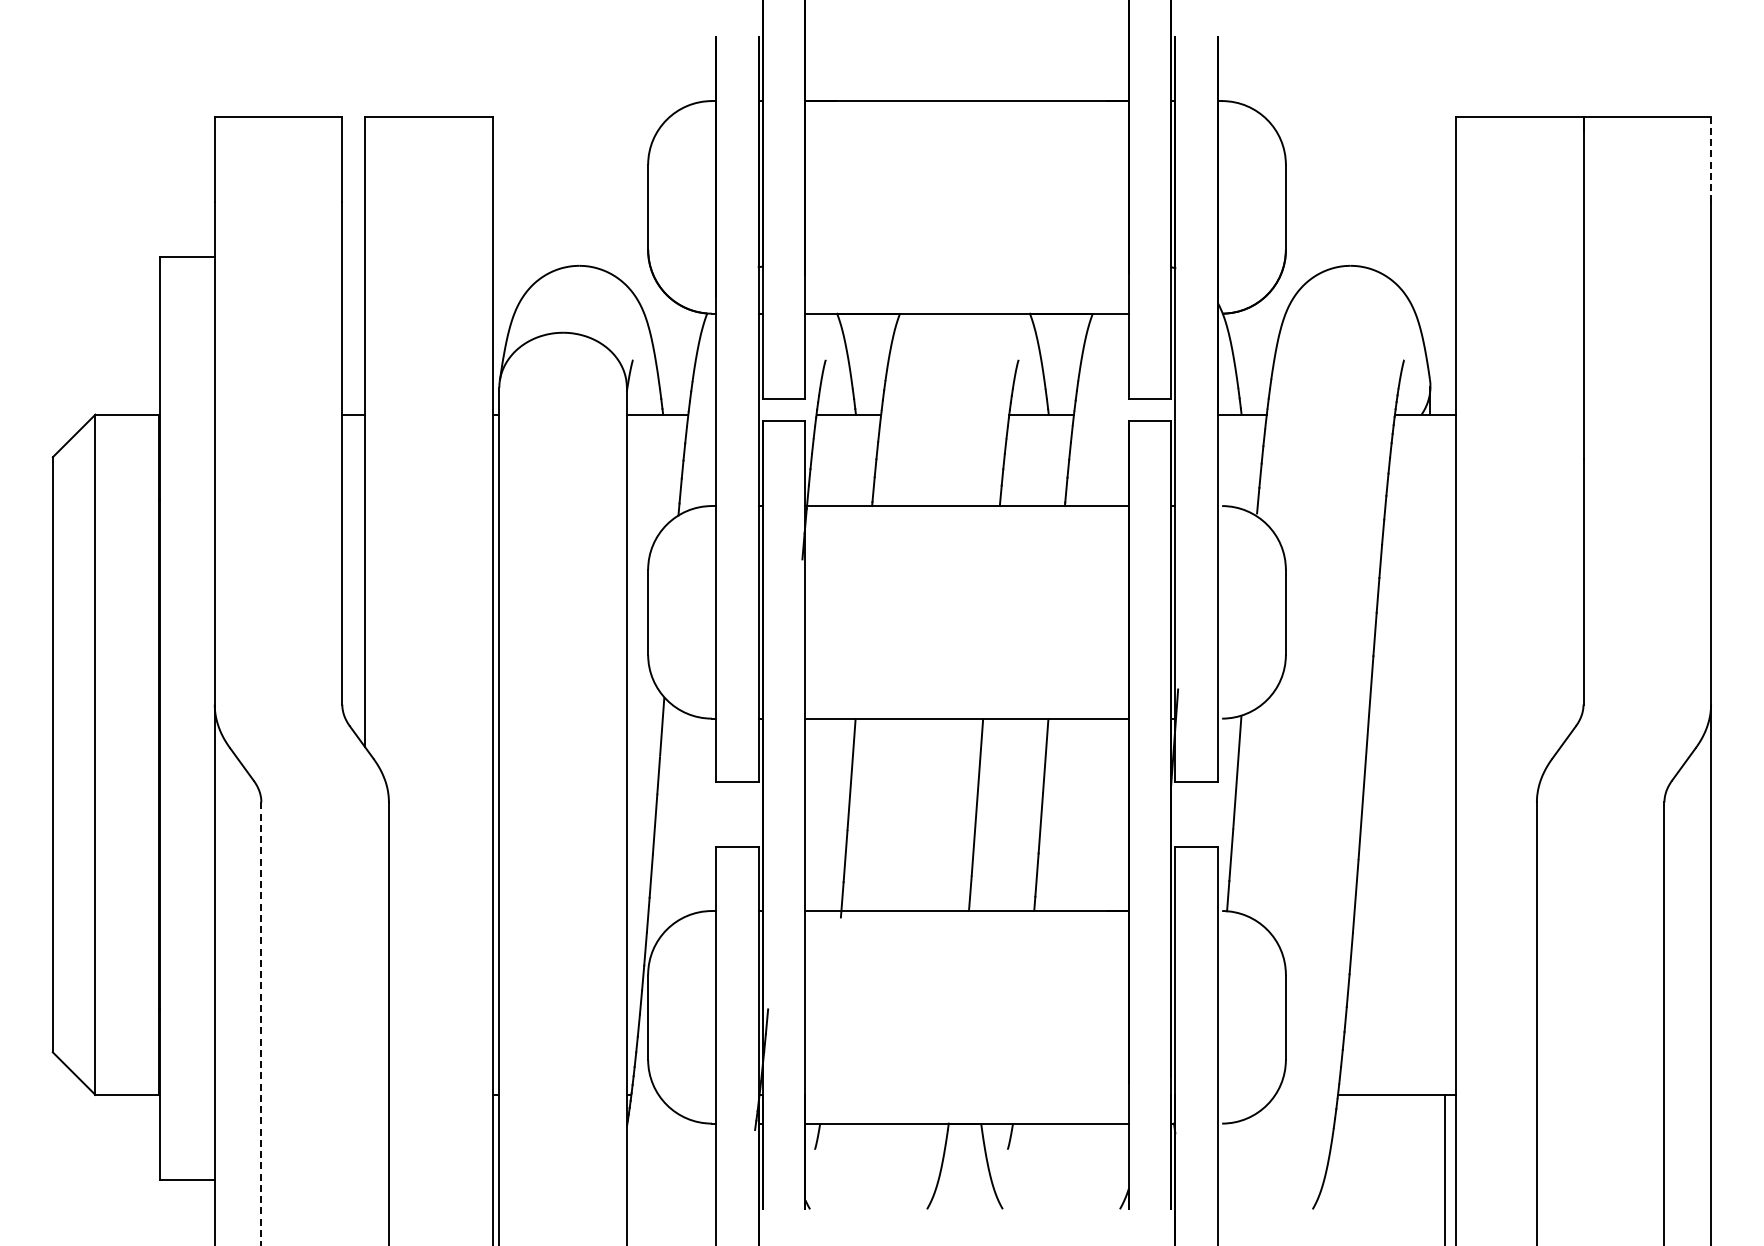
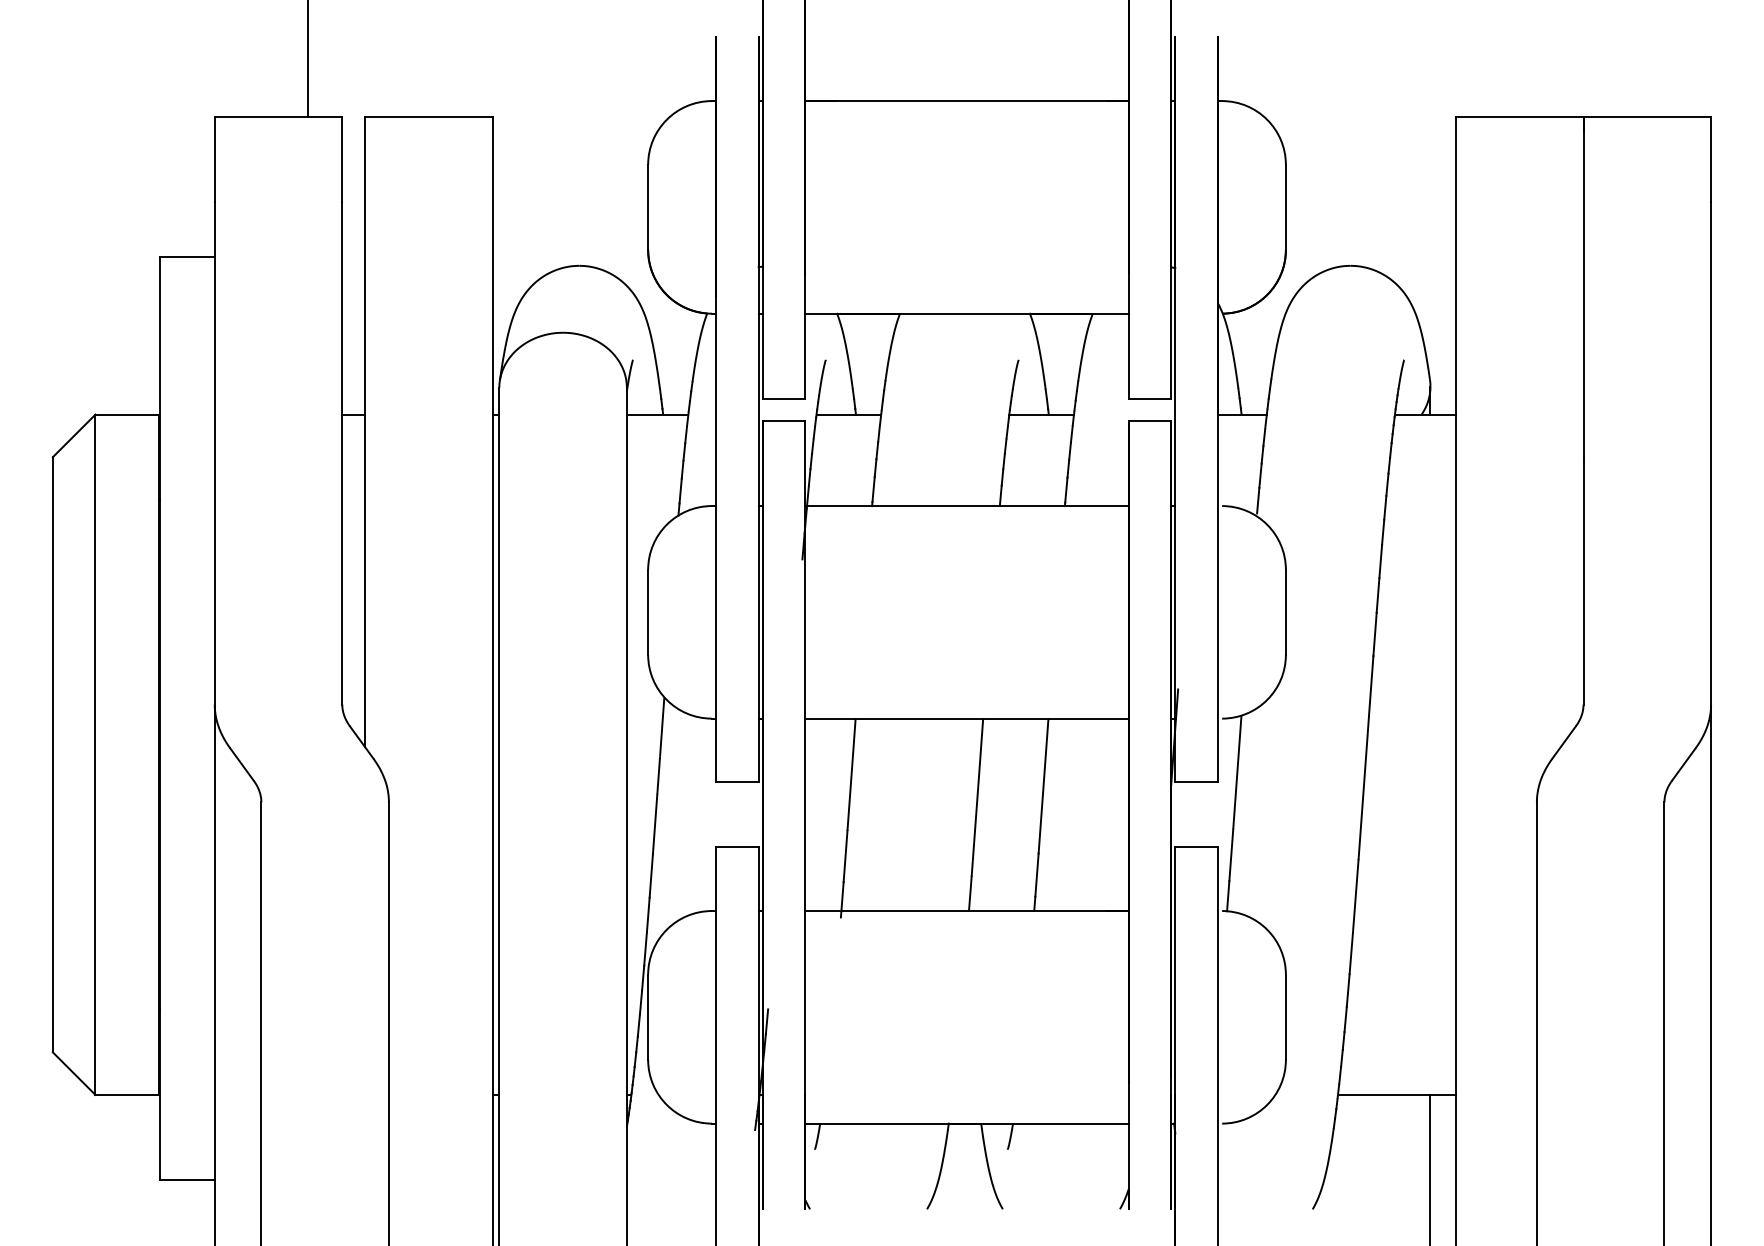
line at (308, 59): none -> present
line at (1711, 159): dashed -> solid
line at (261, 1024): dashed -> solid
line at (1445, 1168) position: (1445, 1168) -> (1430, 1168)
